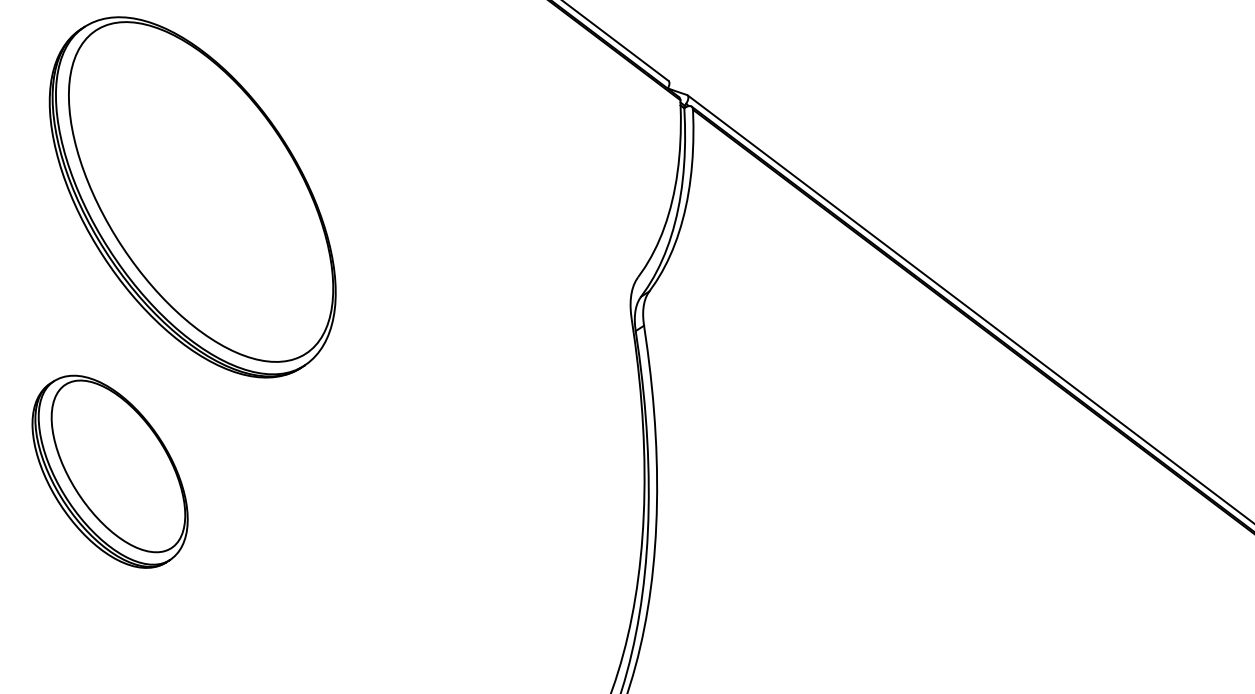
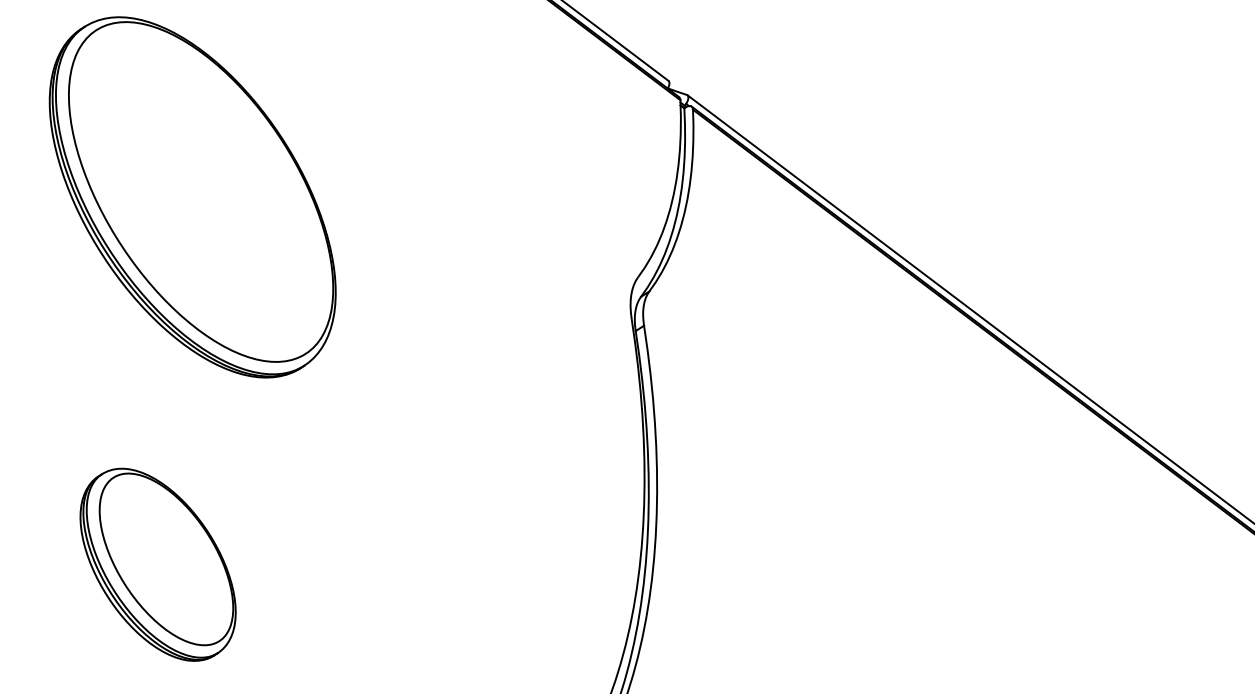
part at (109, 471) position: (109, 471) -> (157, 564)
